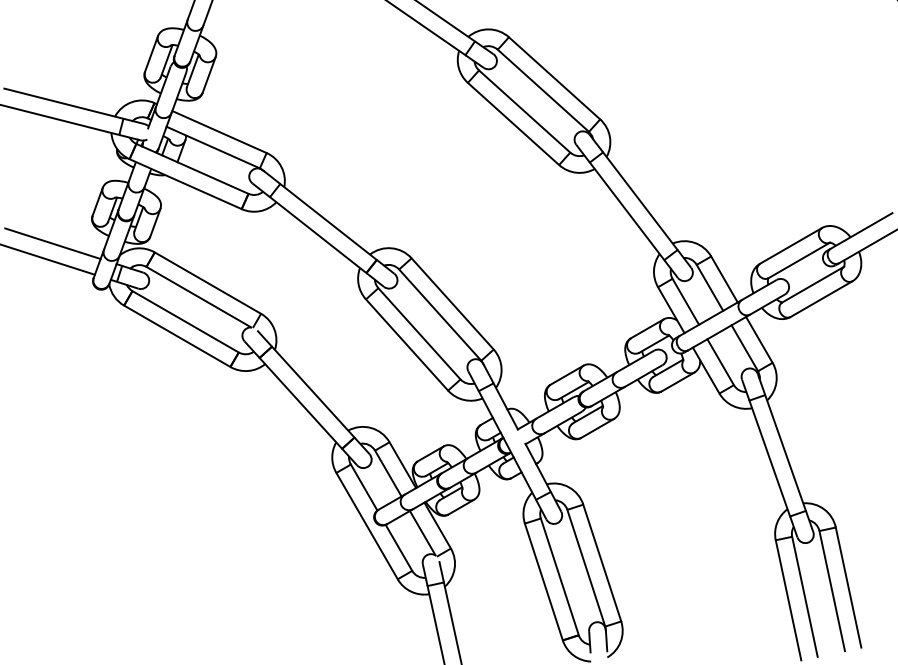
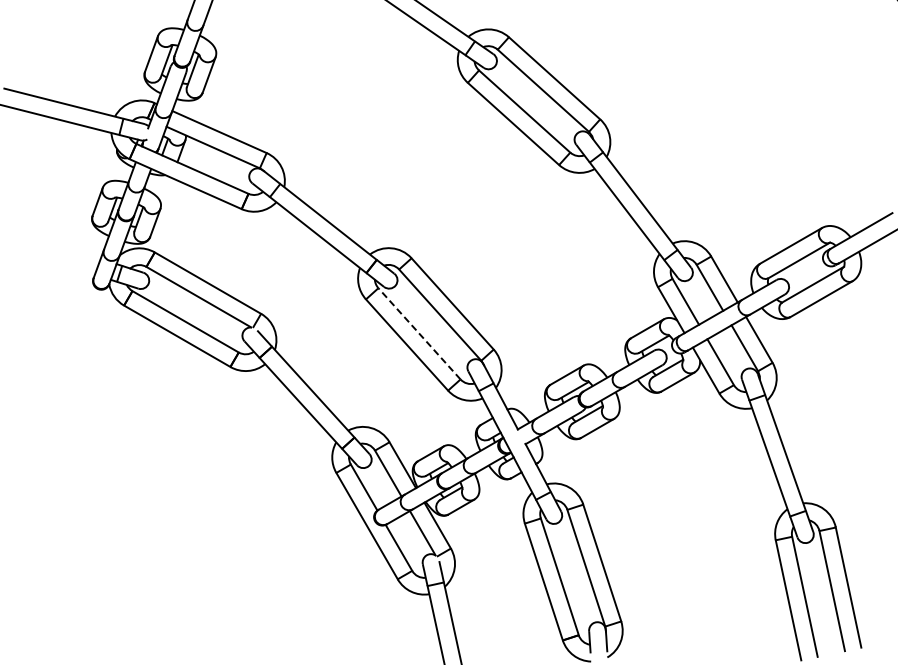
line at (52, 243): present -> none
line at (48, 259): present -> none
line at (419, 333): solid -> dashed
